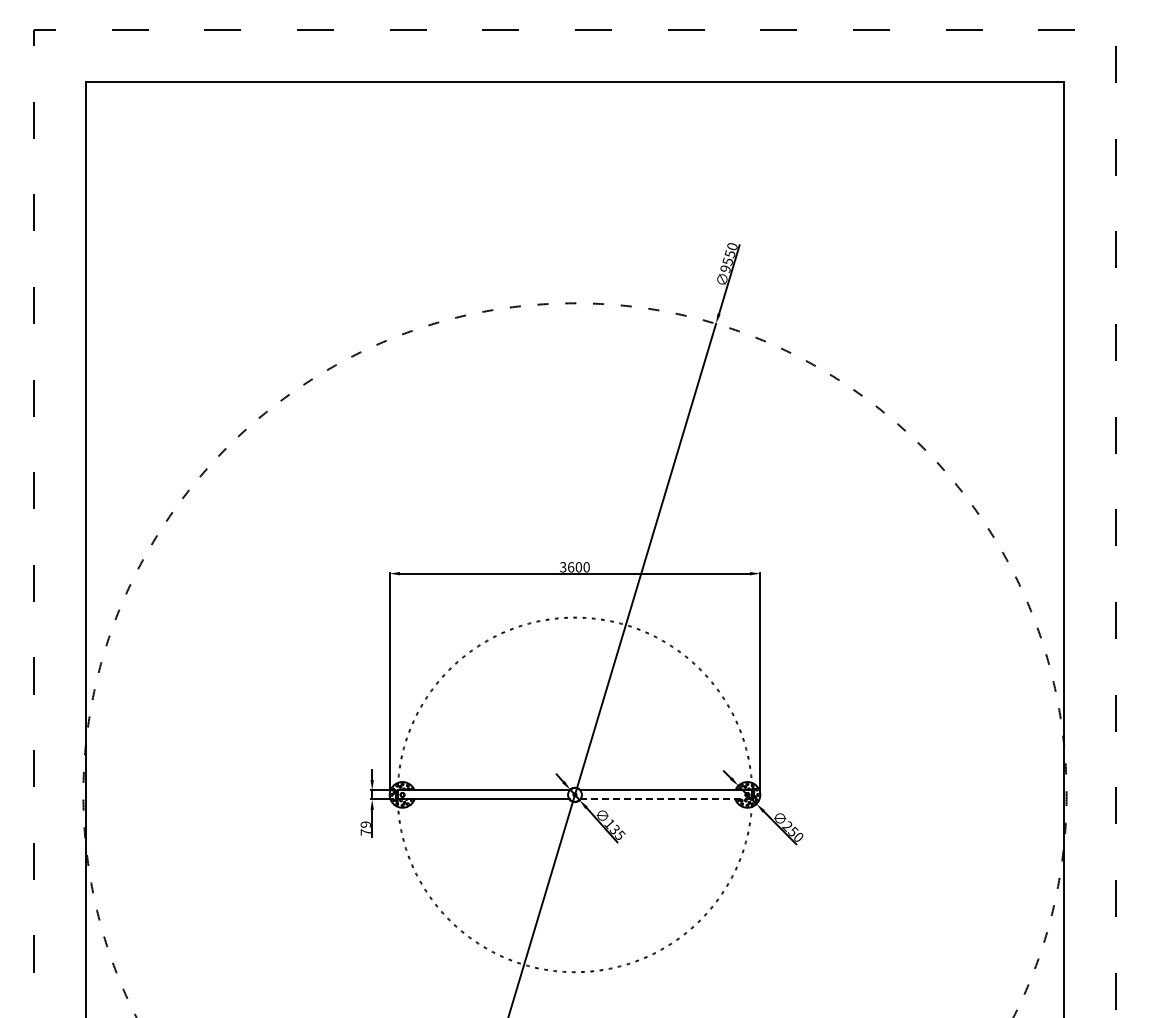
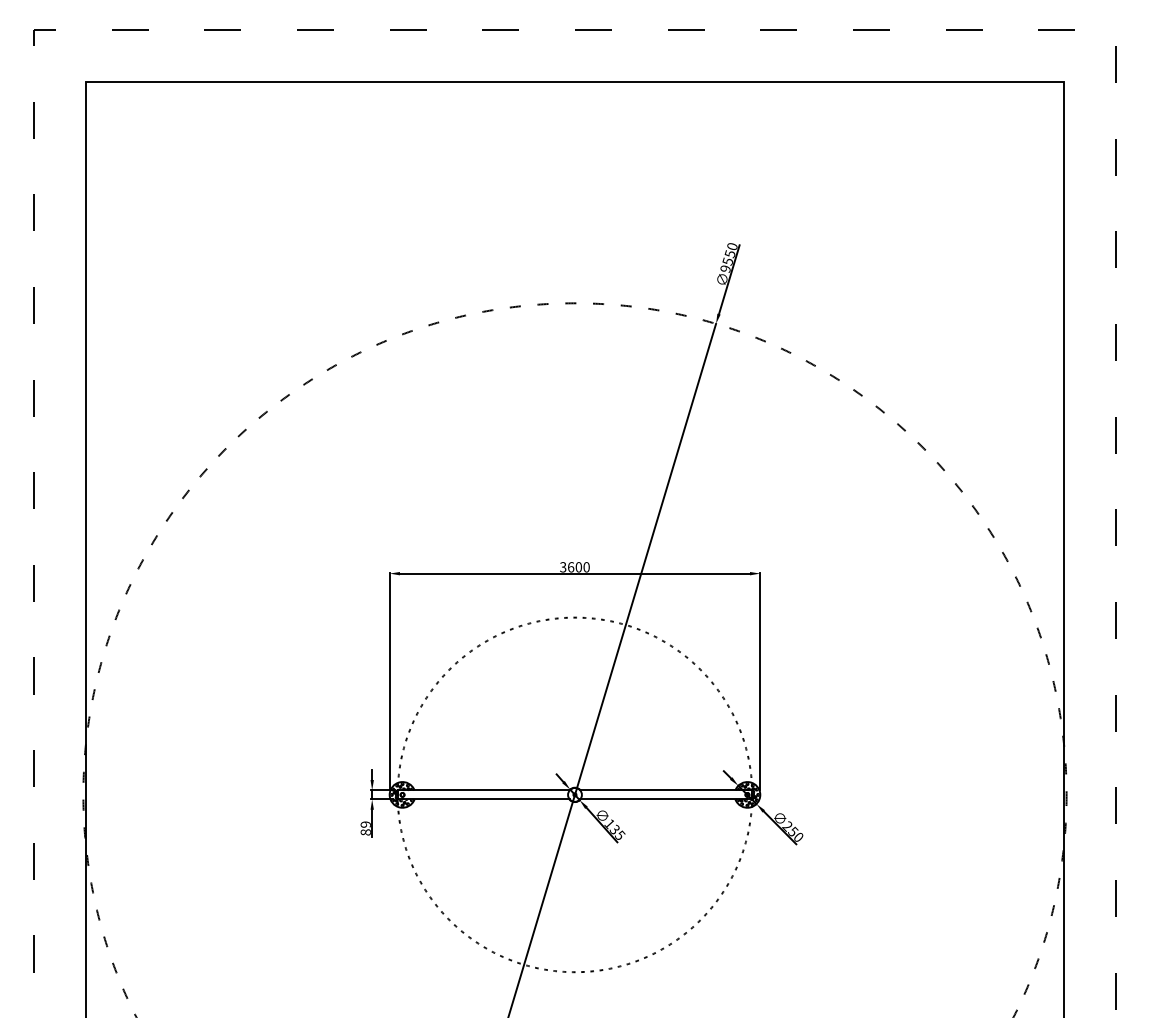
line at (664, 799): dashed -> solid
text at (365, 832): 79 -> 89
